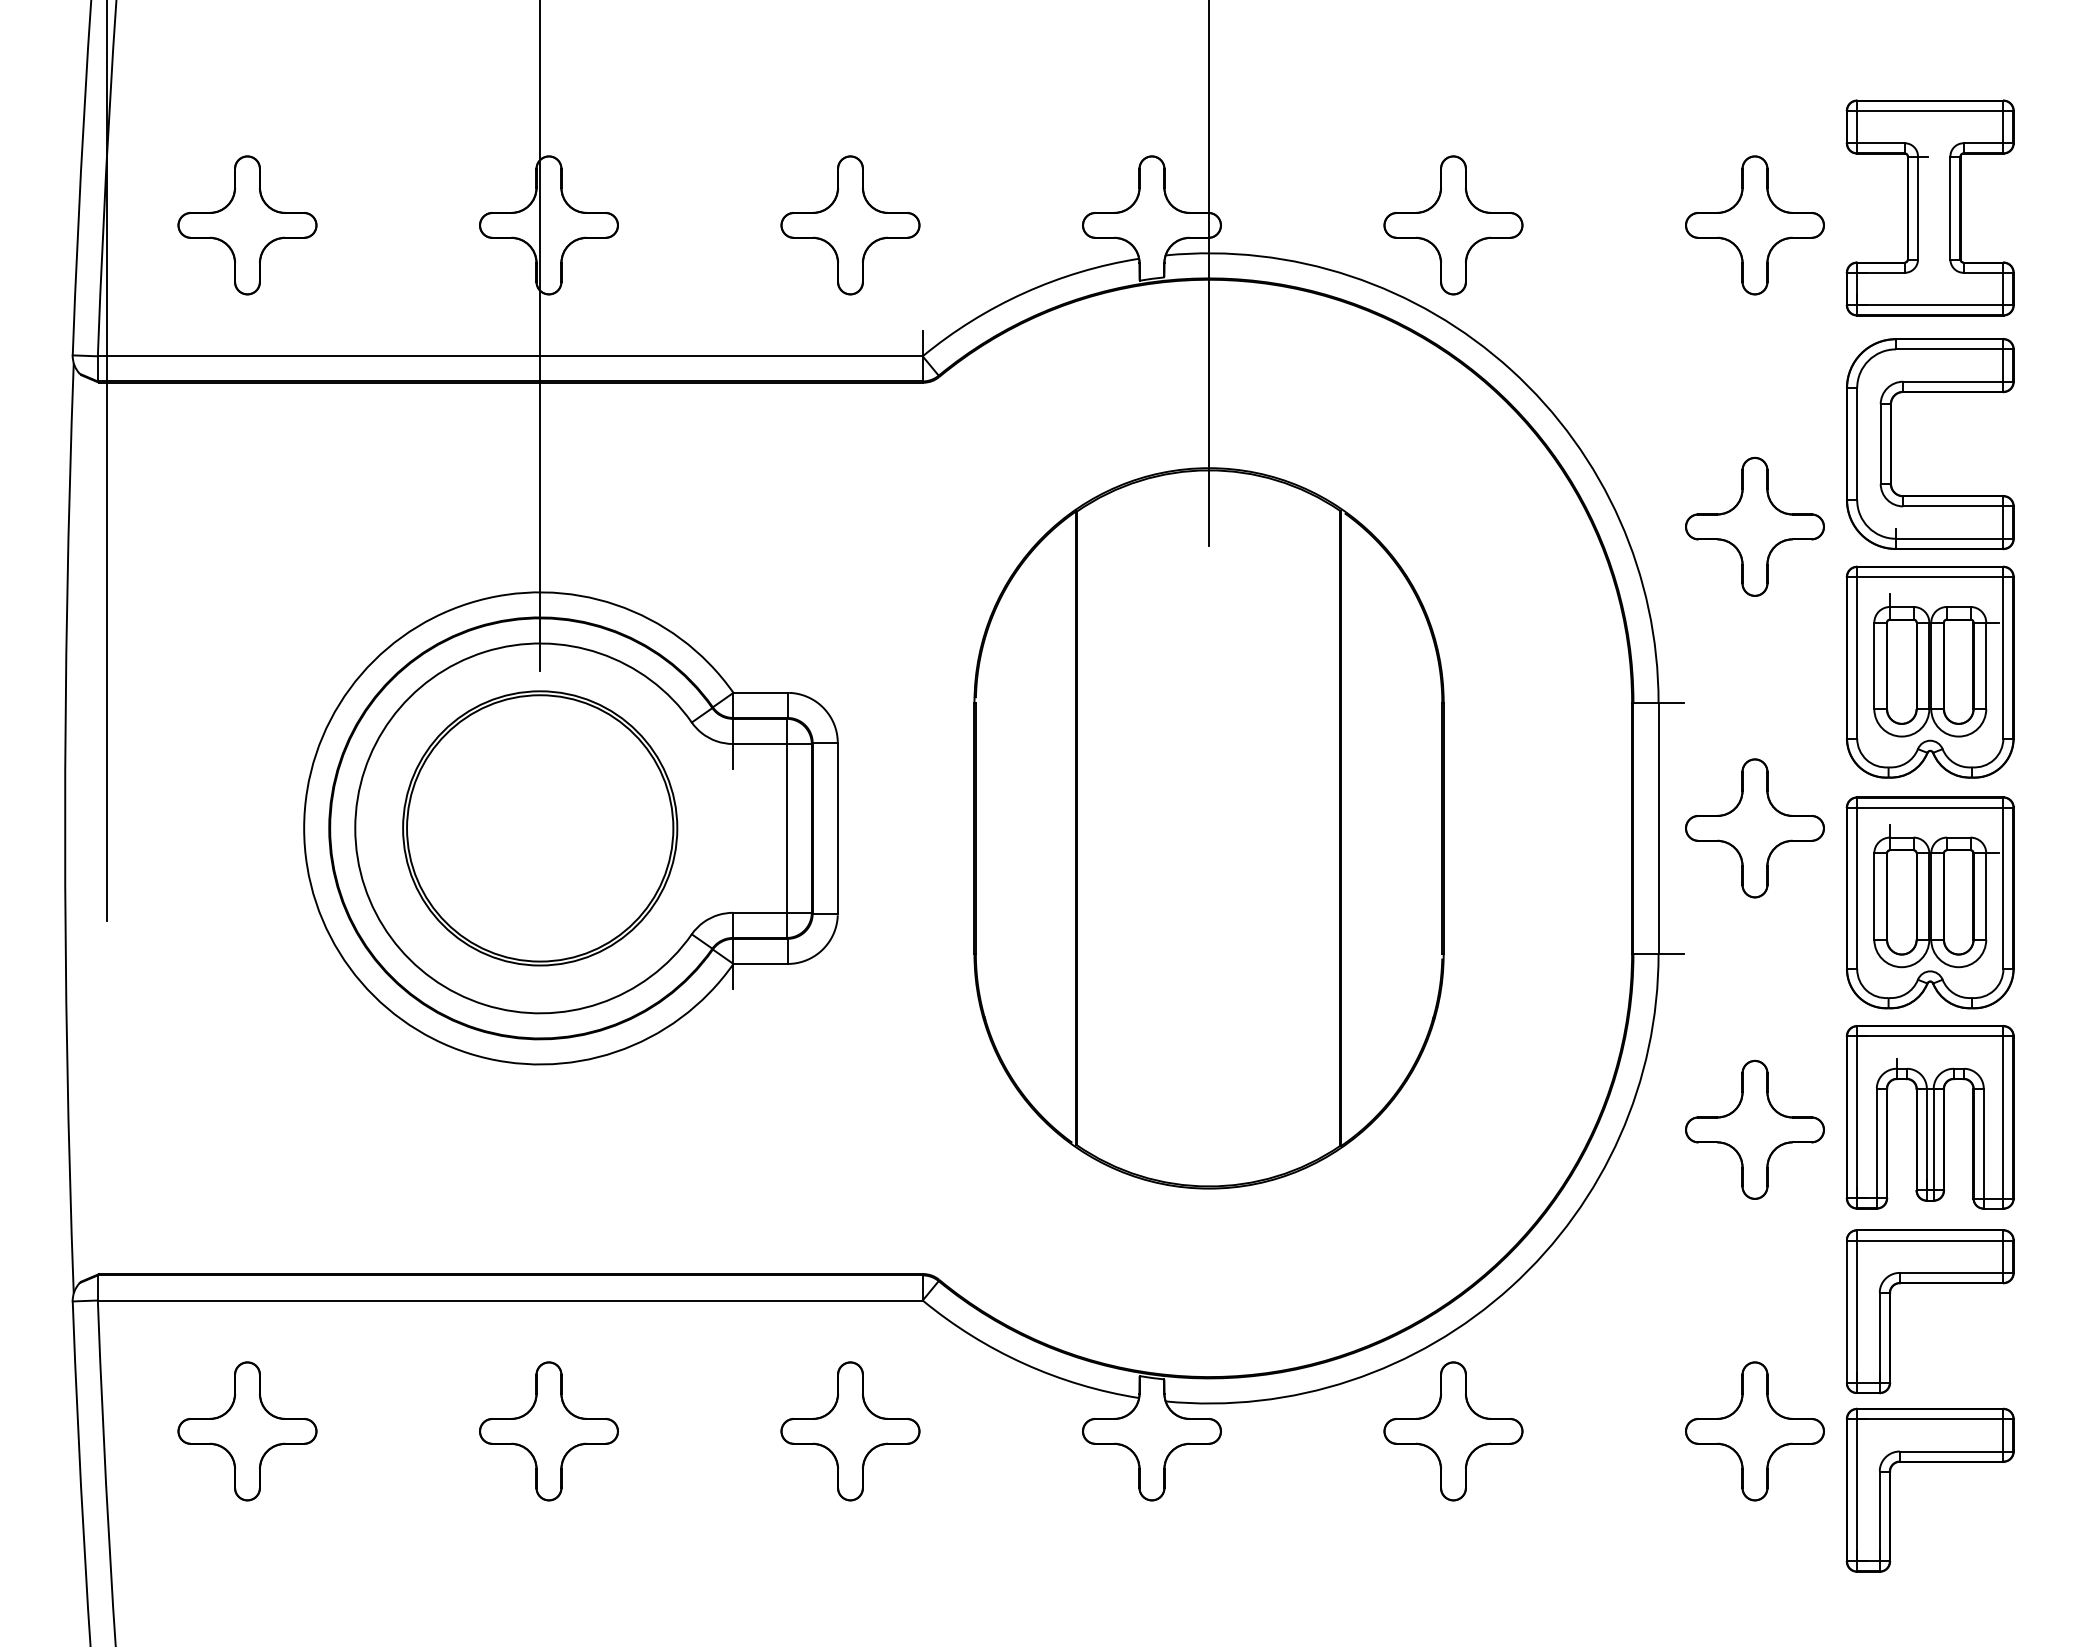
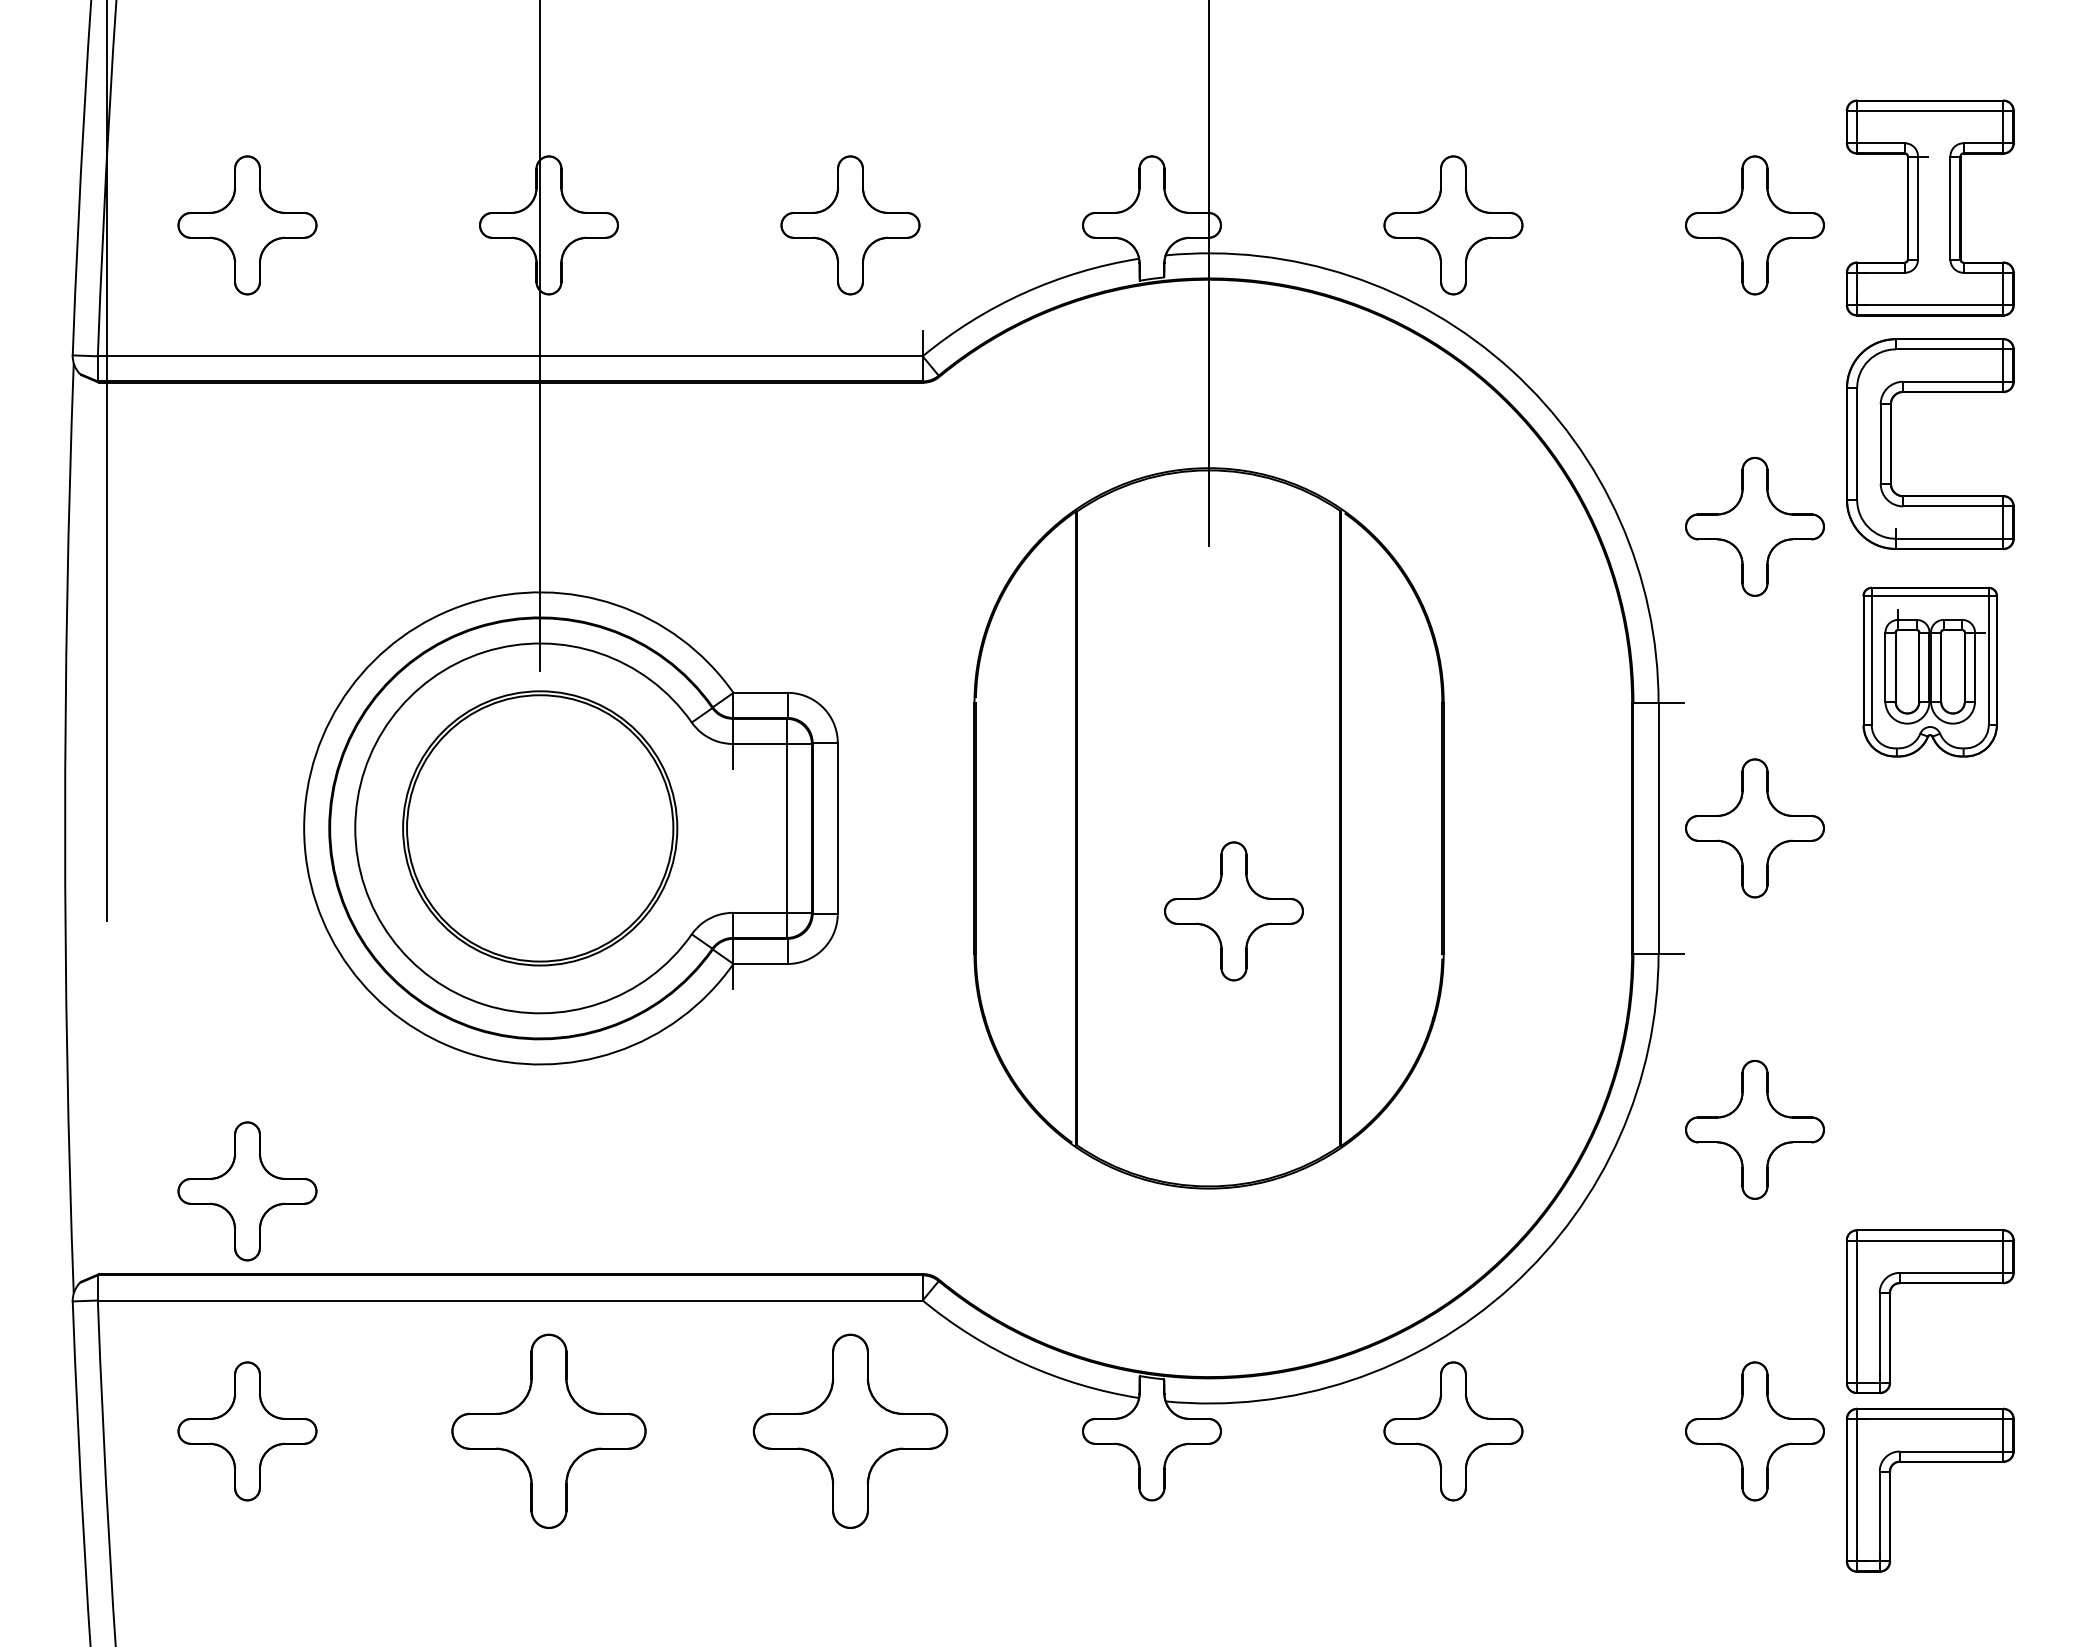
part at (1929, 671) size: 170x214 px -> 136x172 px
part at (1929, 902): present -> none
part at (1233, 911): none -> present
part at (1929, 1117): present -> none
part at (247, 1191): none -> present
part at (548, 1431) size: 140x141 px -> 196x196 px
part at (850, 1431) size: 141x141 px -> 197x196 px
